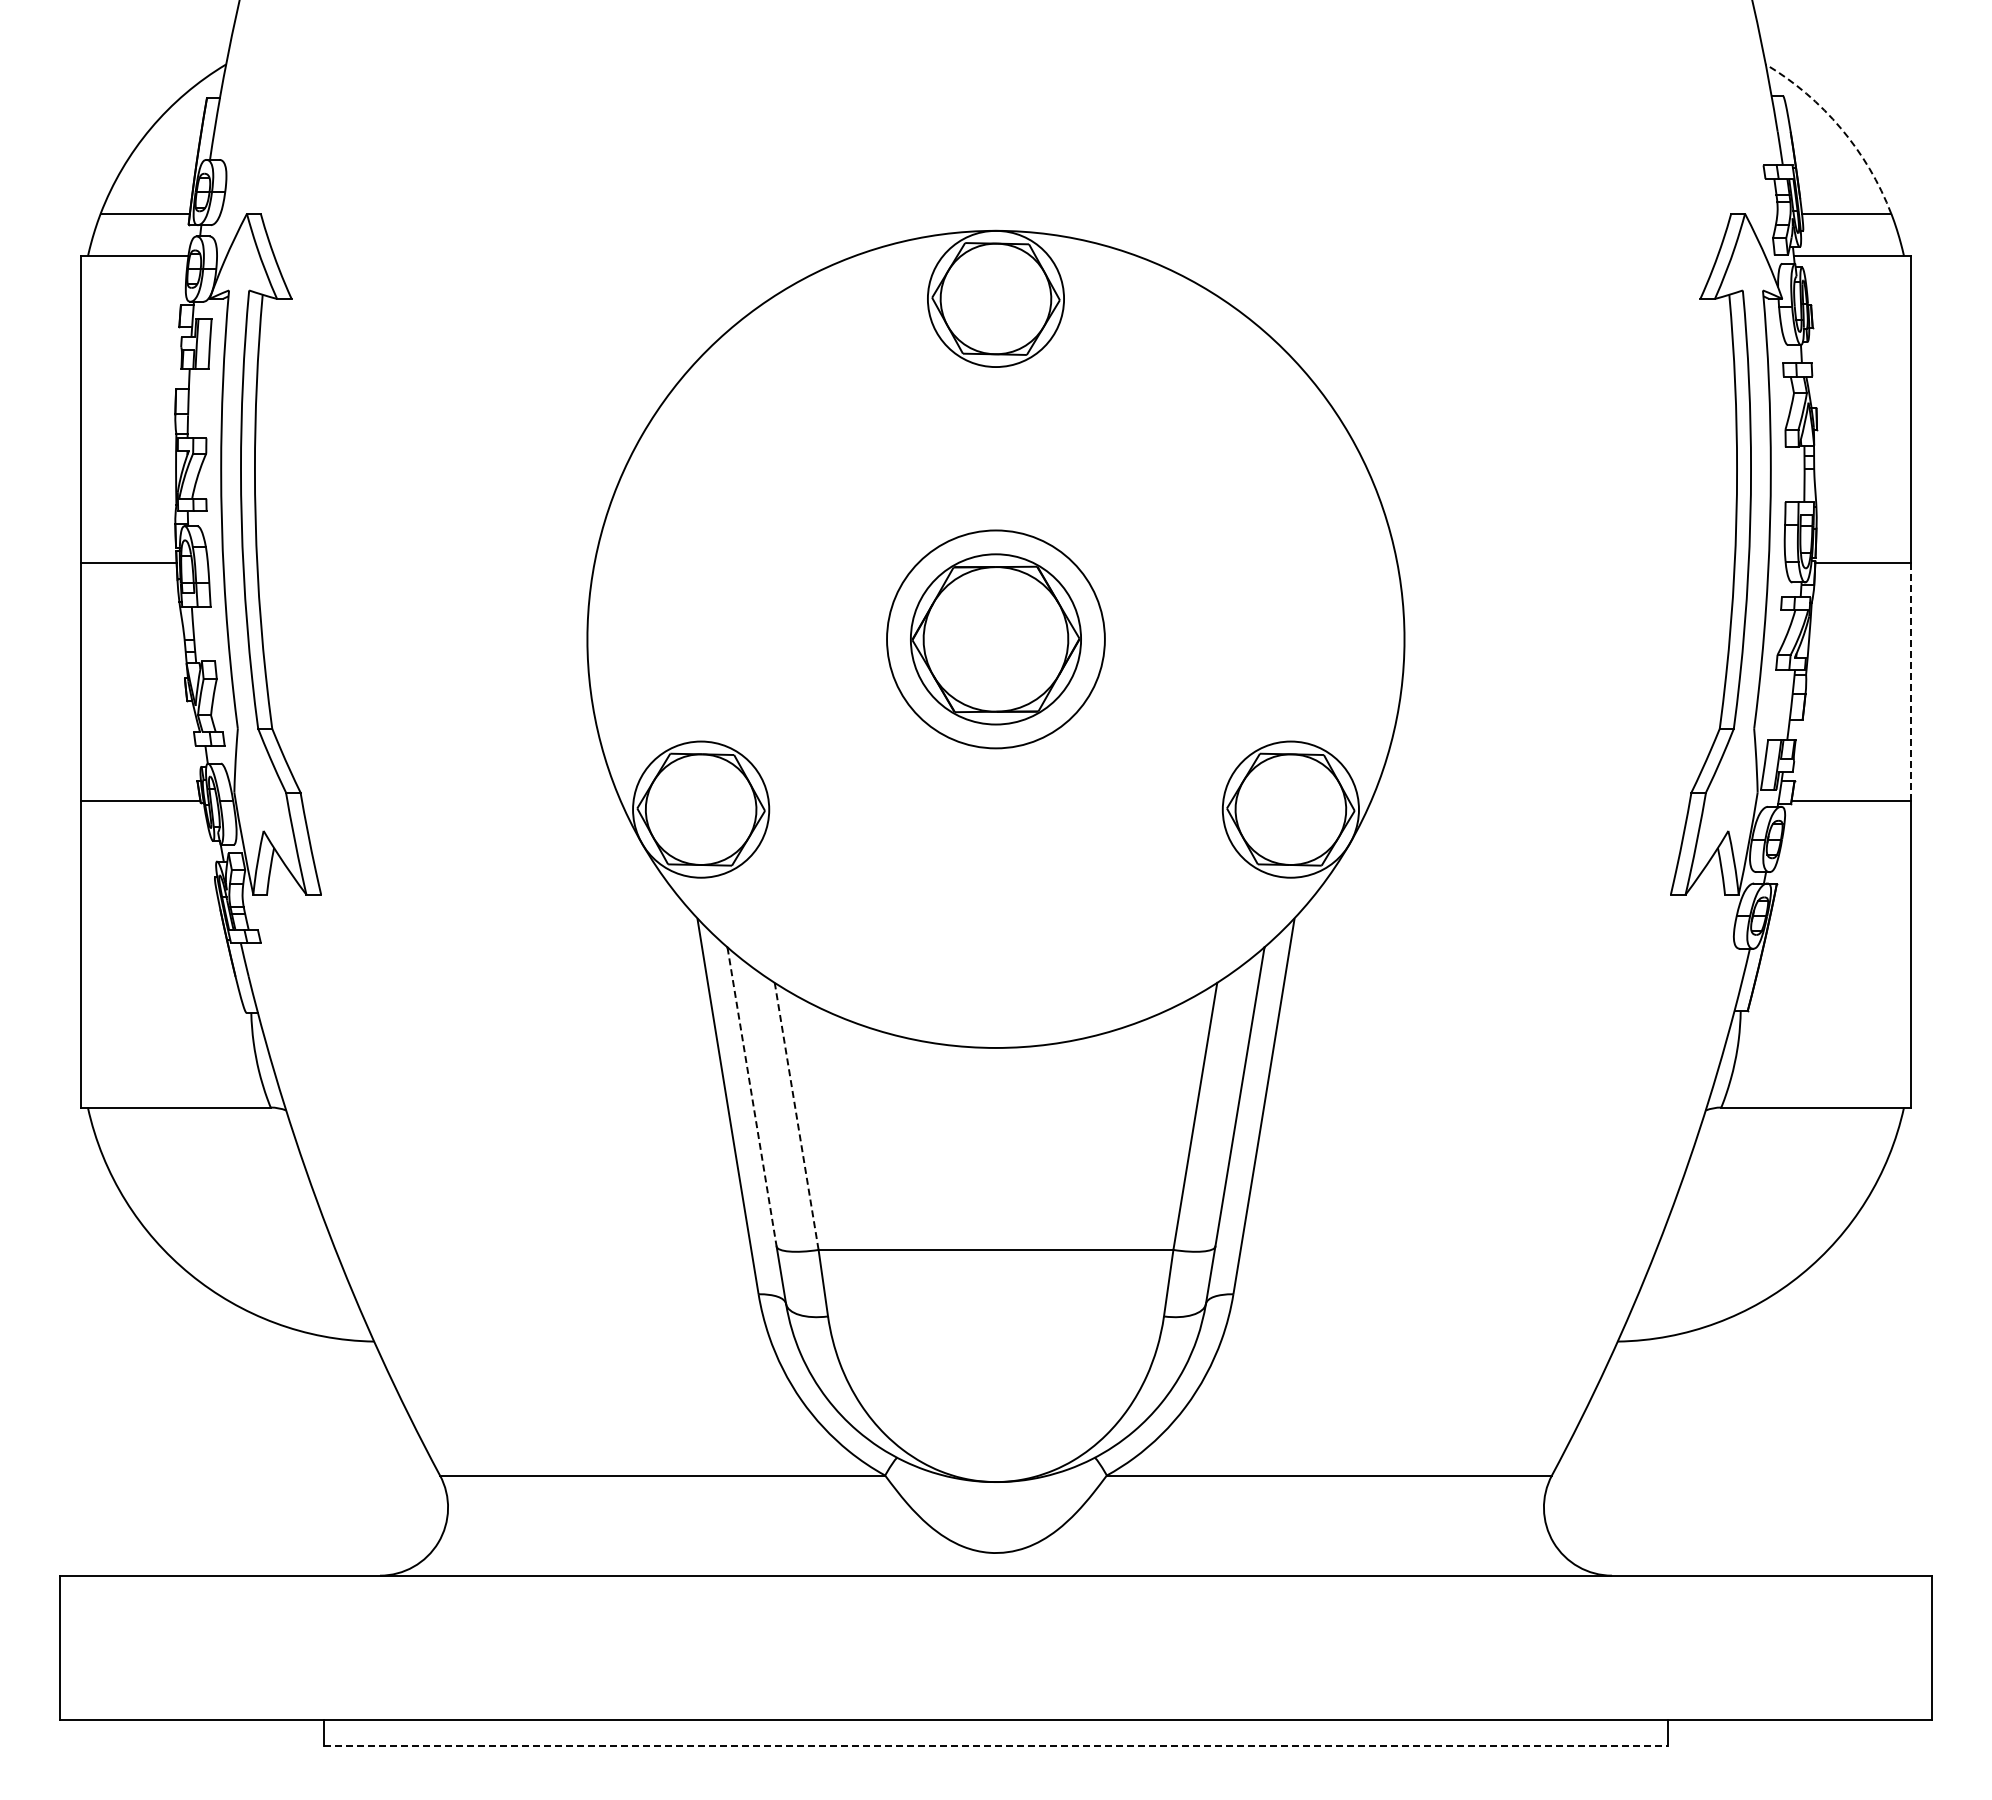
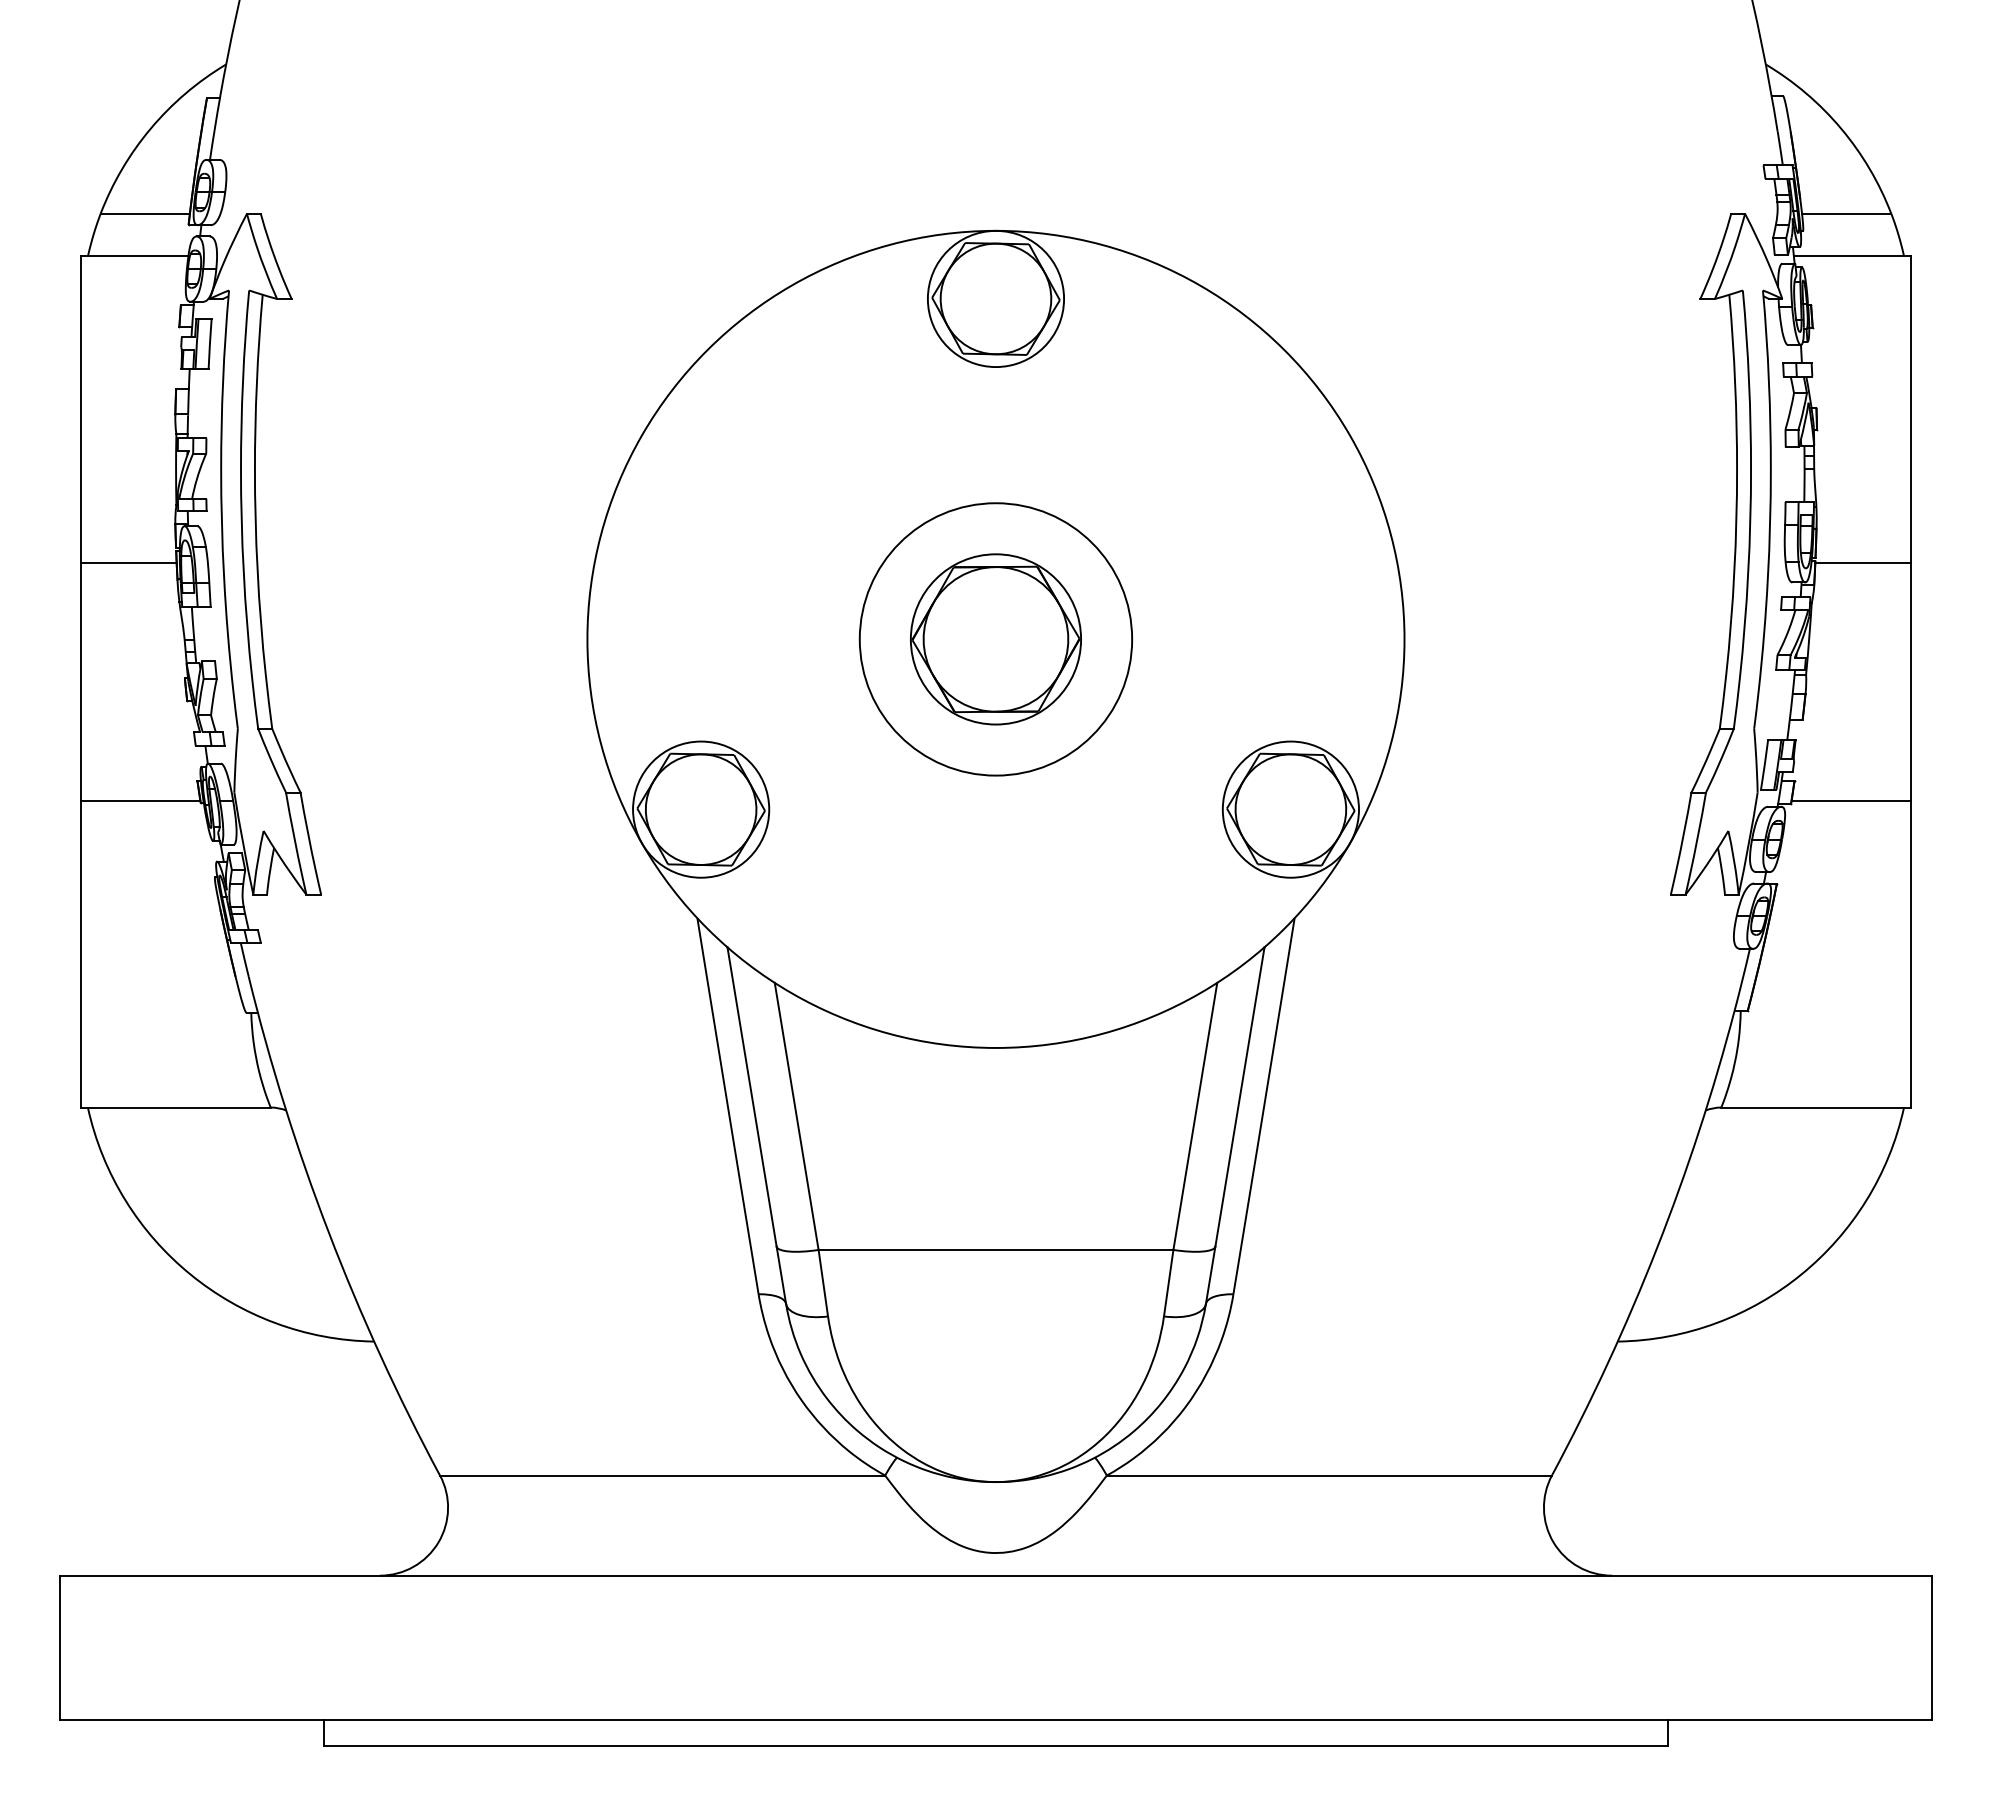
arc at (1841, 128): dashed -> solid
circle at (995, 639) diameter: 218 px -> 272 px
line at (1910, 681): dashed -> solid
line at (752, 1097): dashed -> solid
line at (796, 1115): dashed -> solid
line at (996, 1745): dashed -> solid
